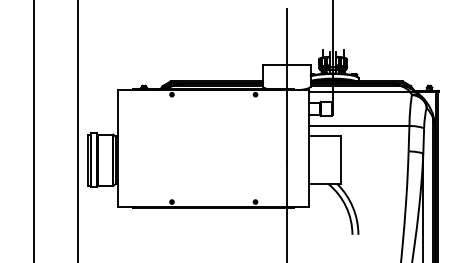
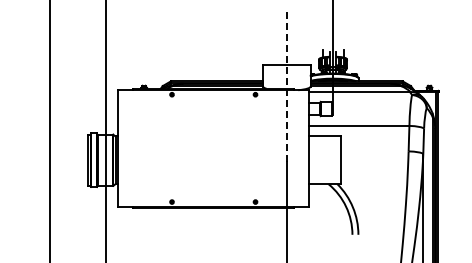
line at (286, 85): solid -> dashed
line at (33, 130) position: (33, 130) -> (49, 130)
line at (78, 130) position: (78, 130) -> (106, 130)
